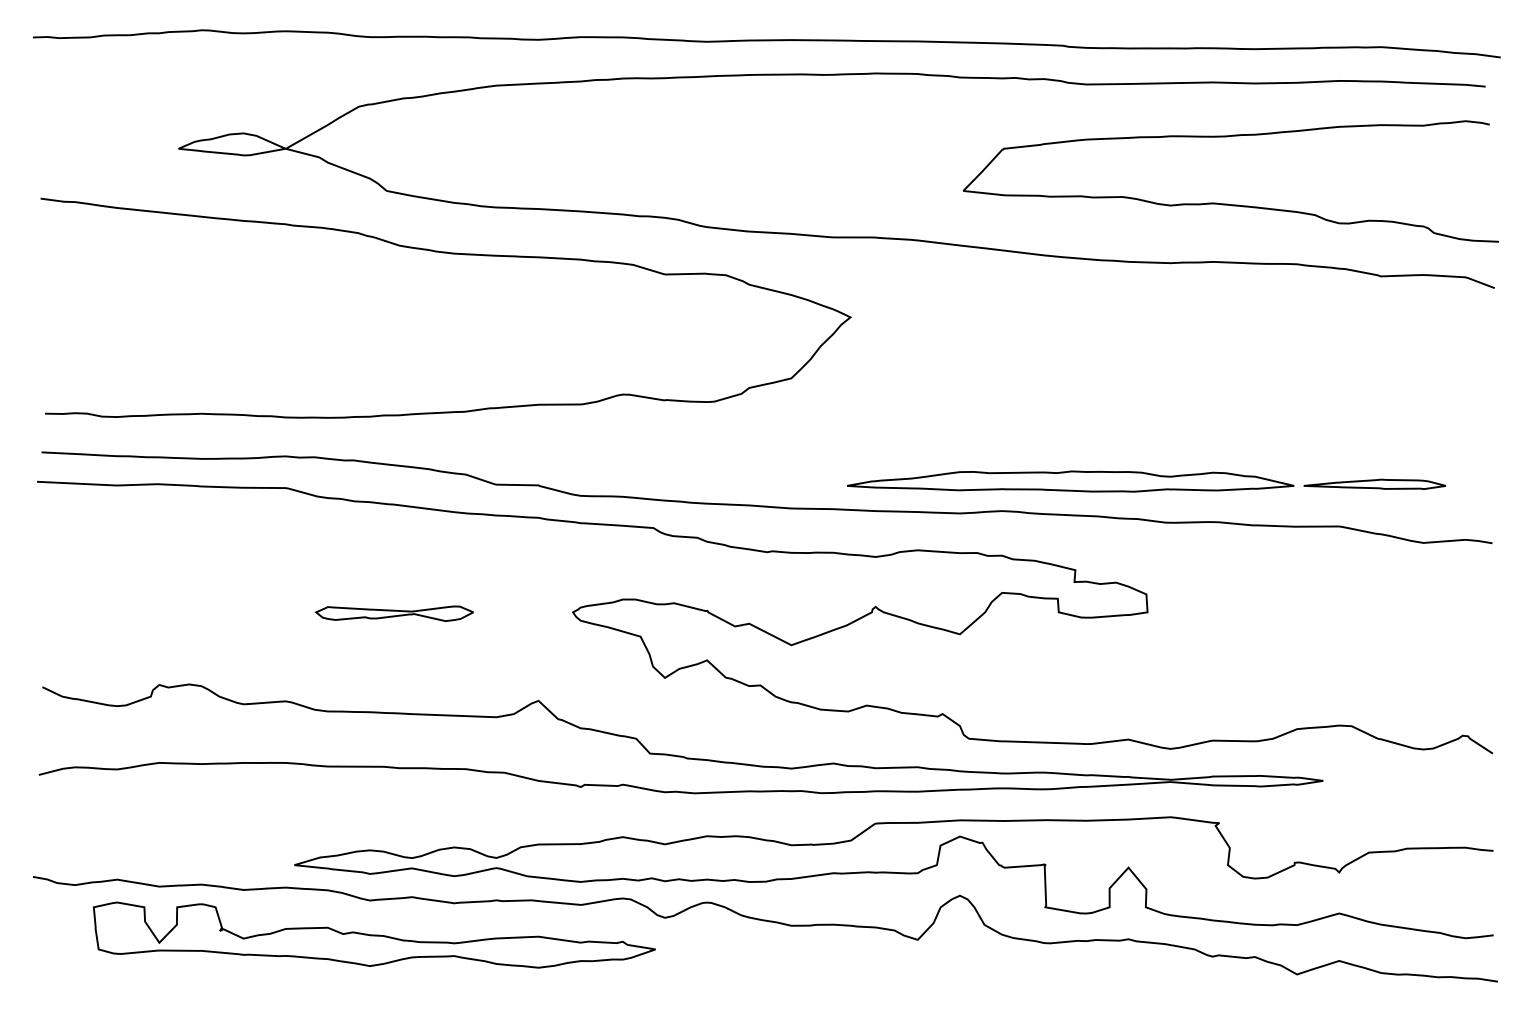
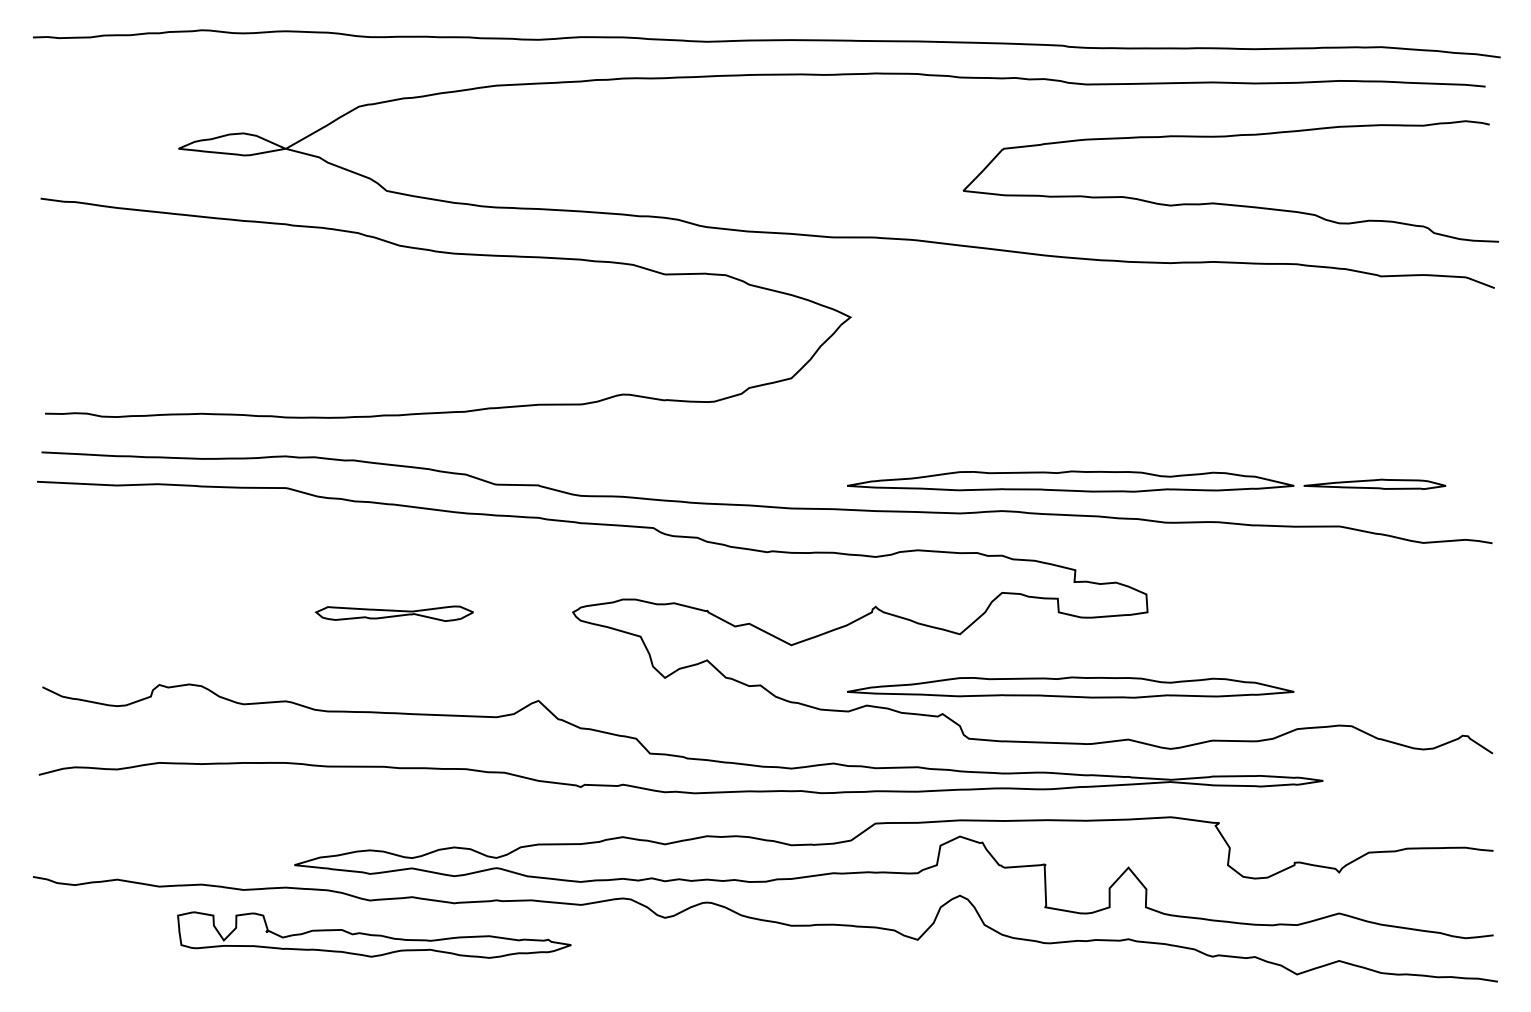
part at (1070, 687): none -> present
part at (374, 934) size: 563x68 px -> 395x48 px
